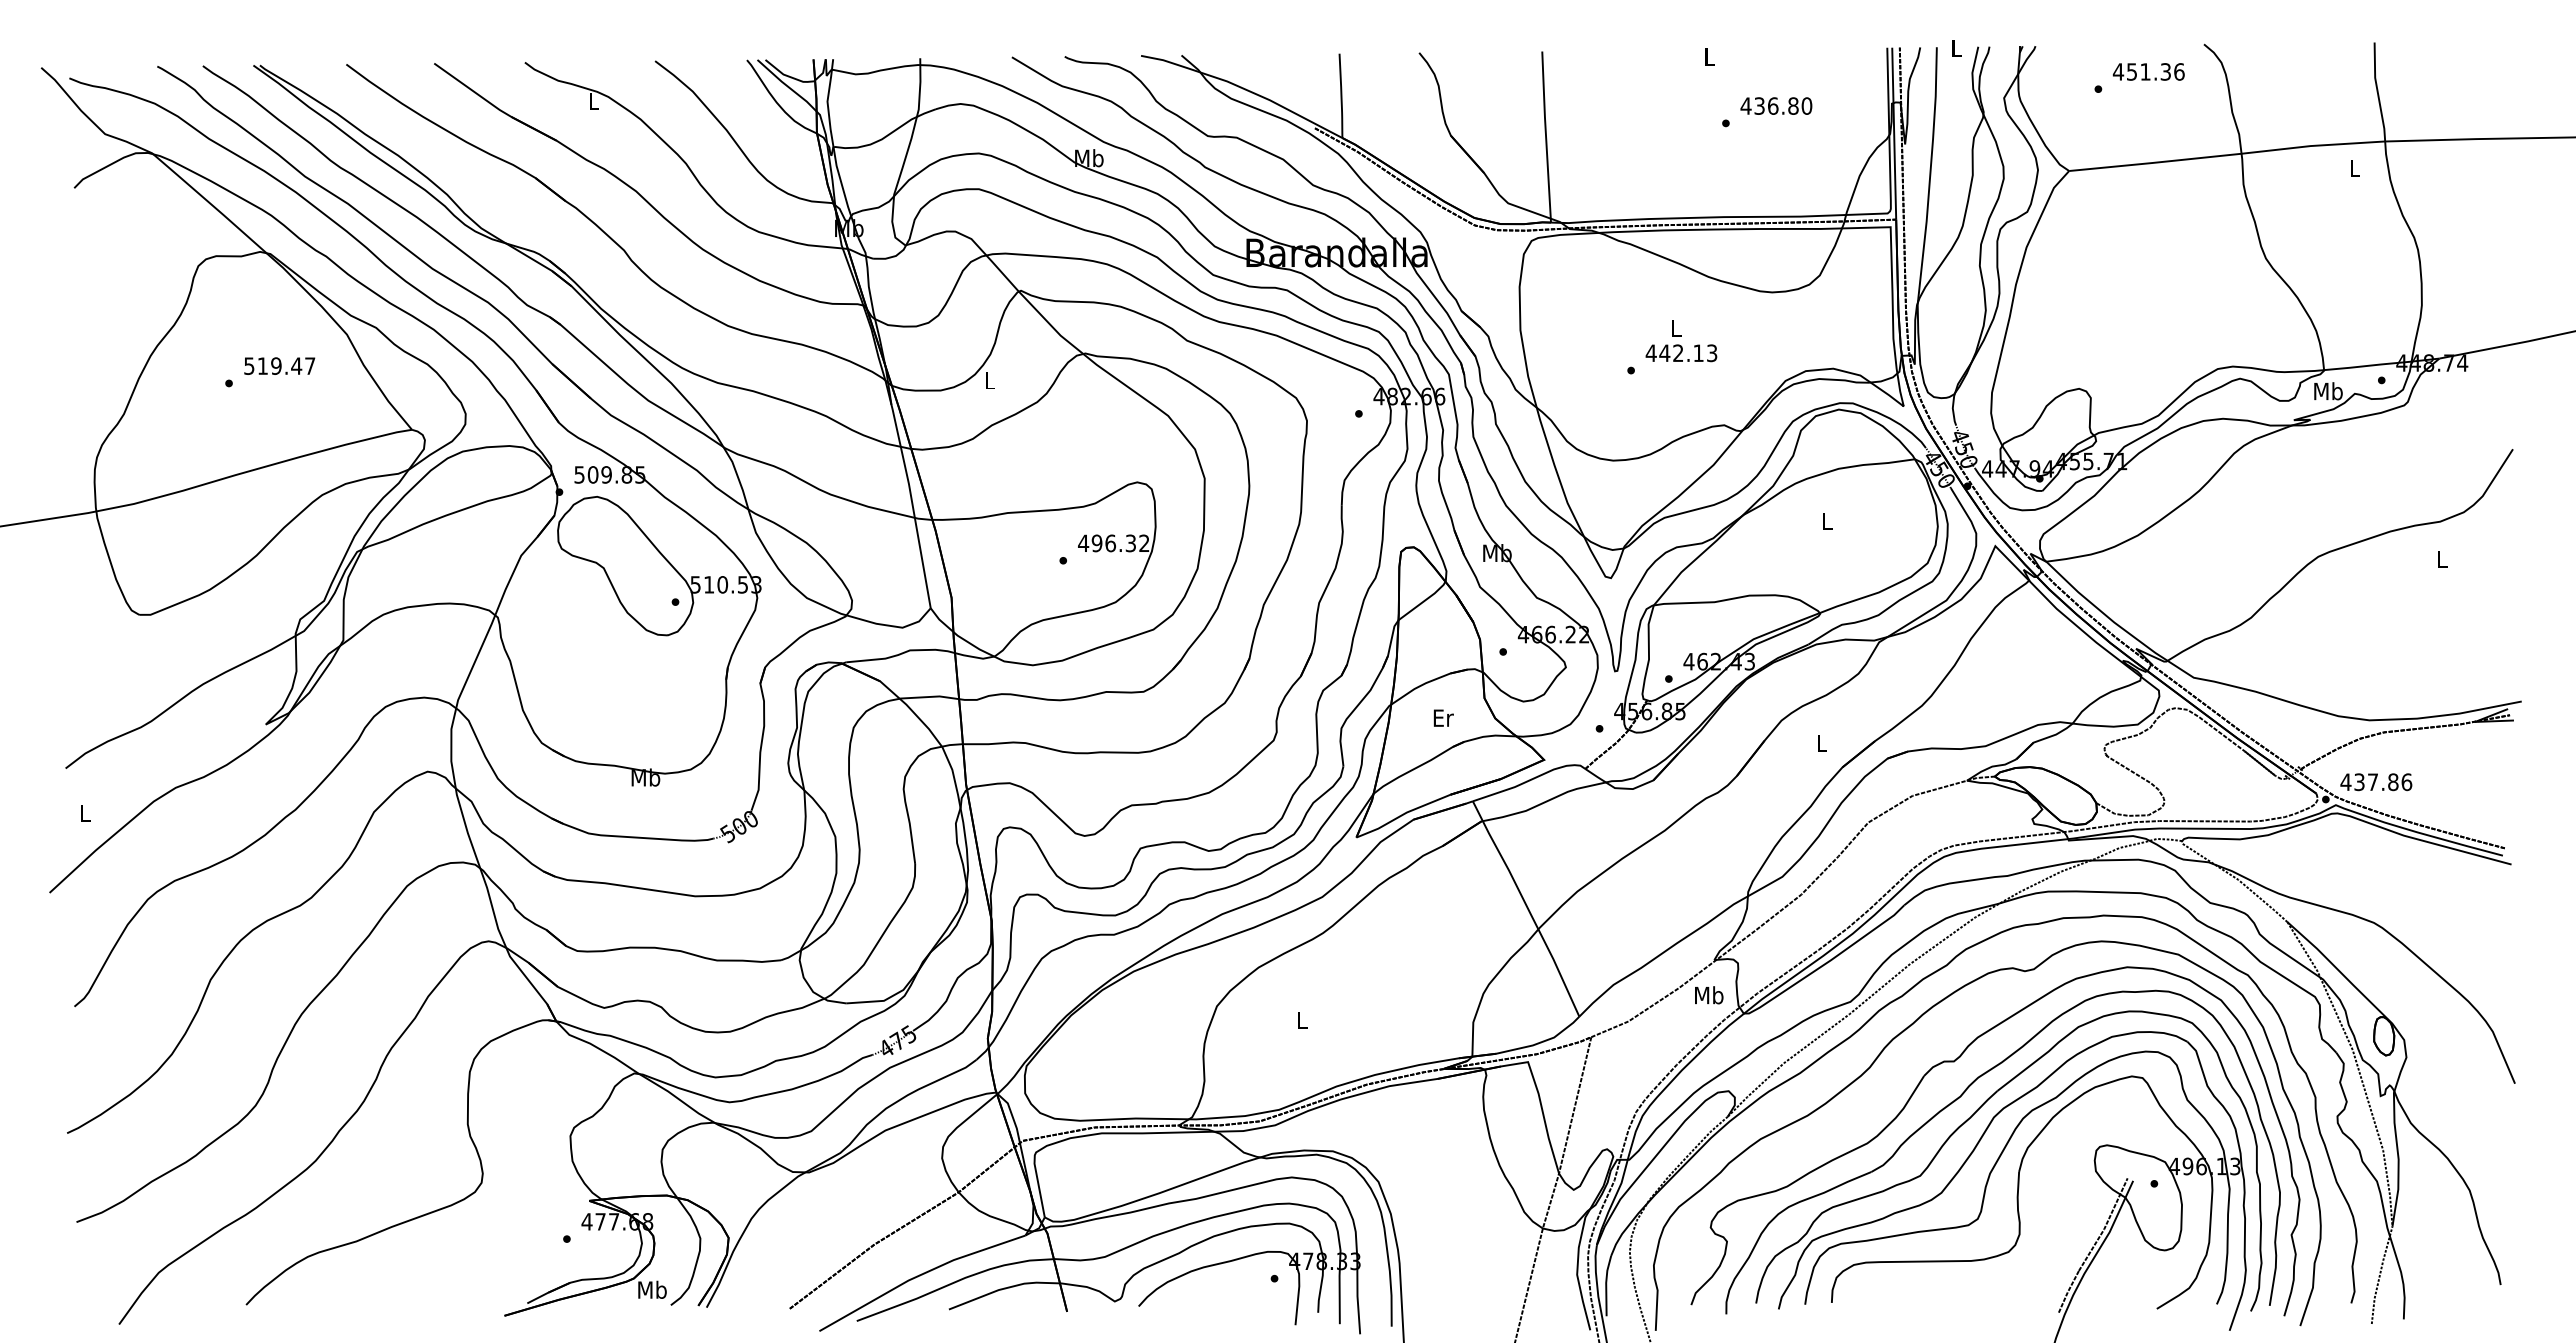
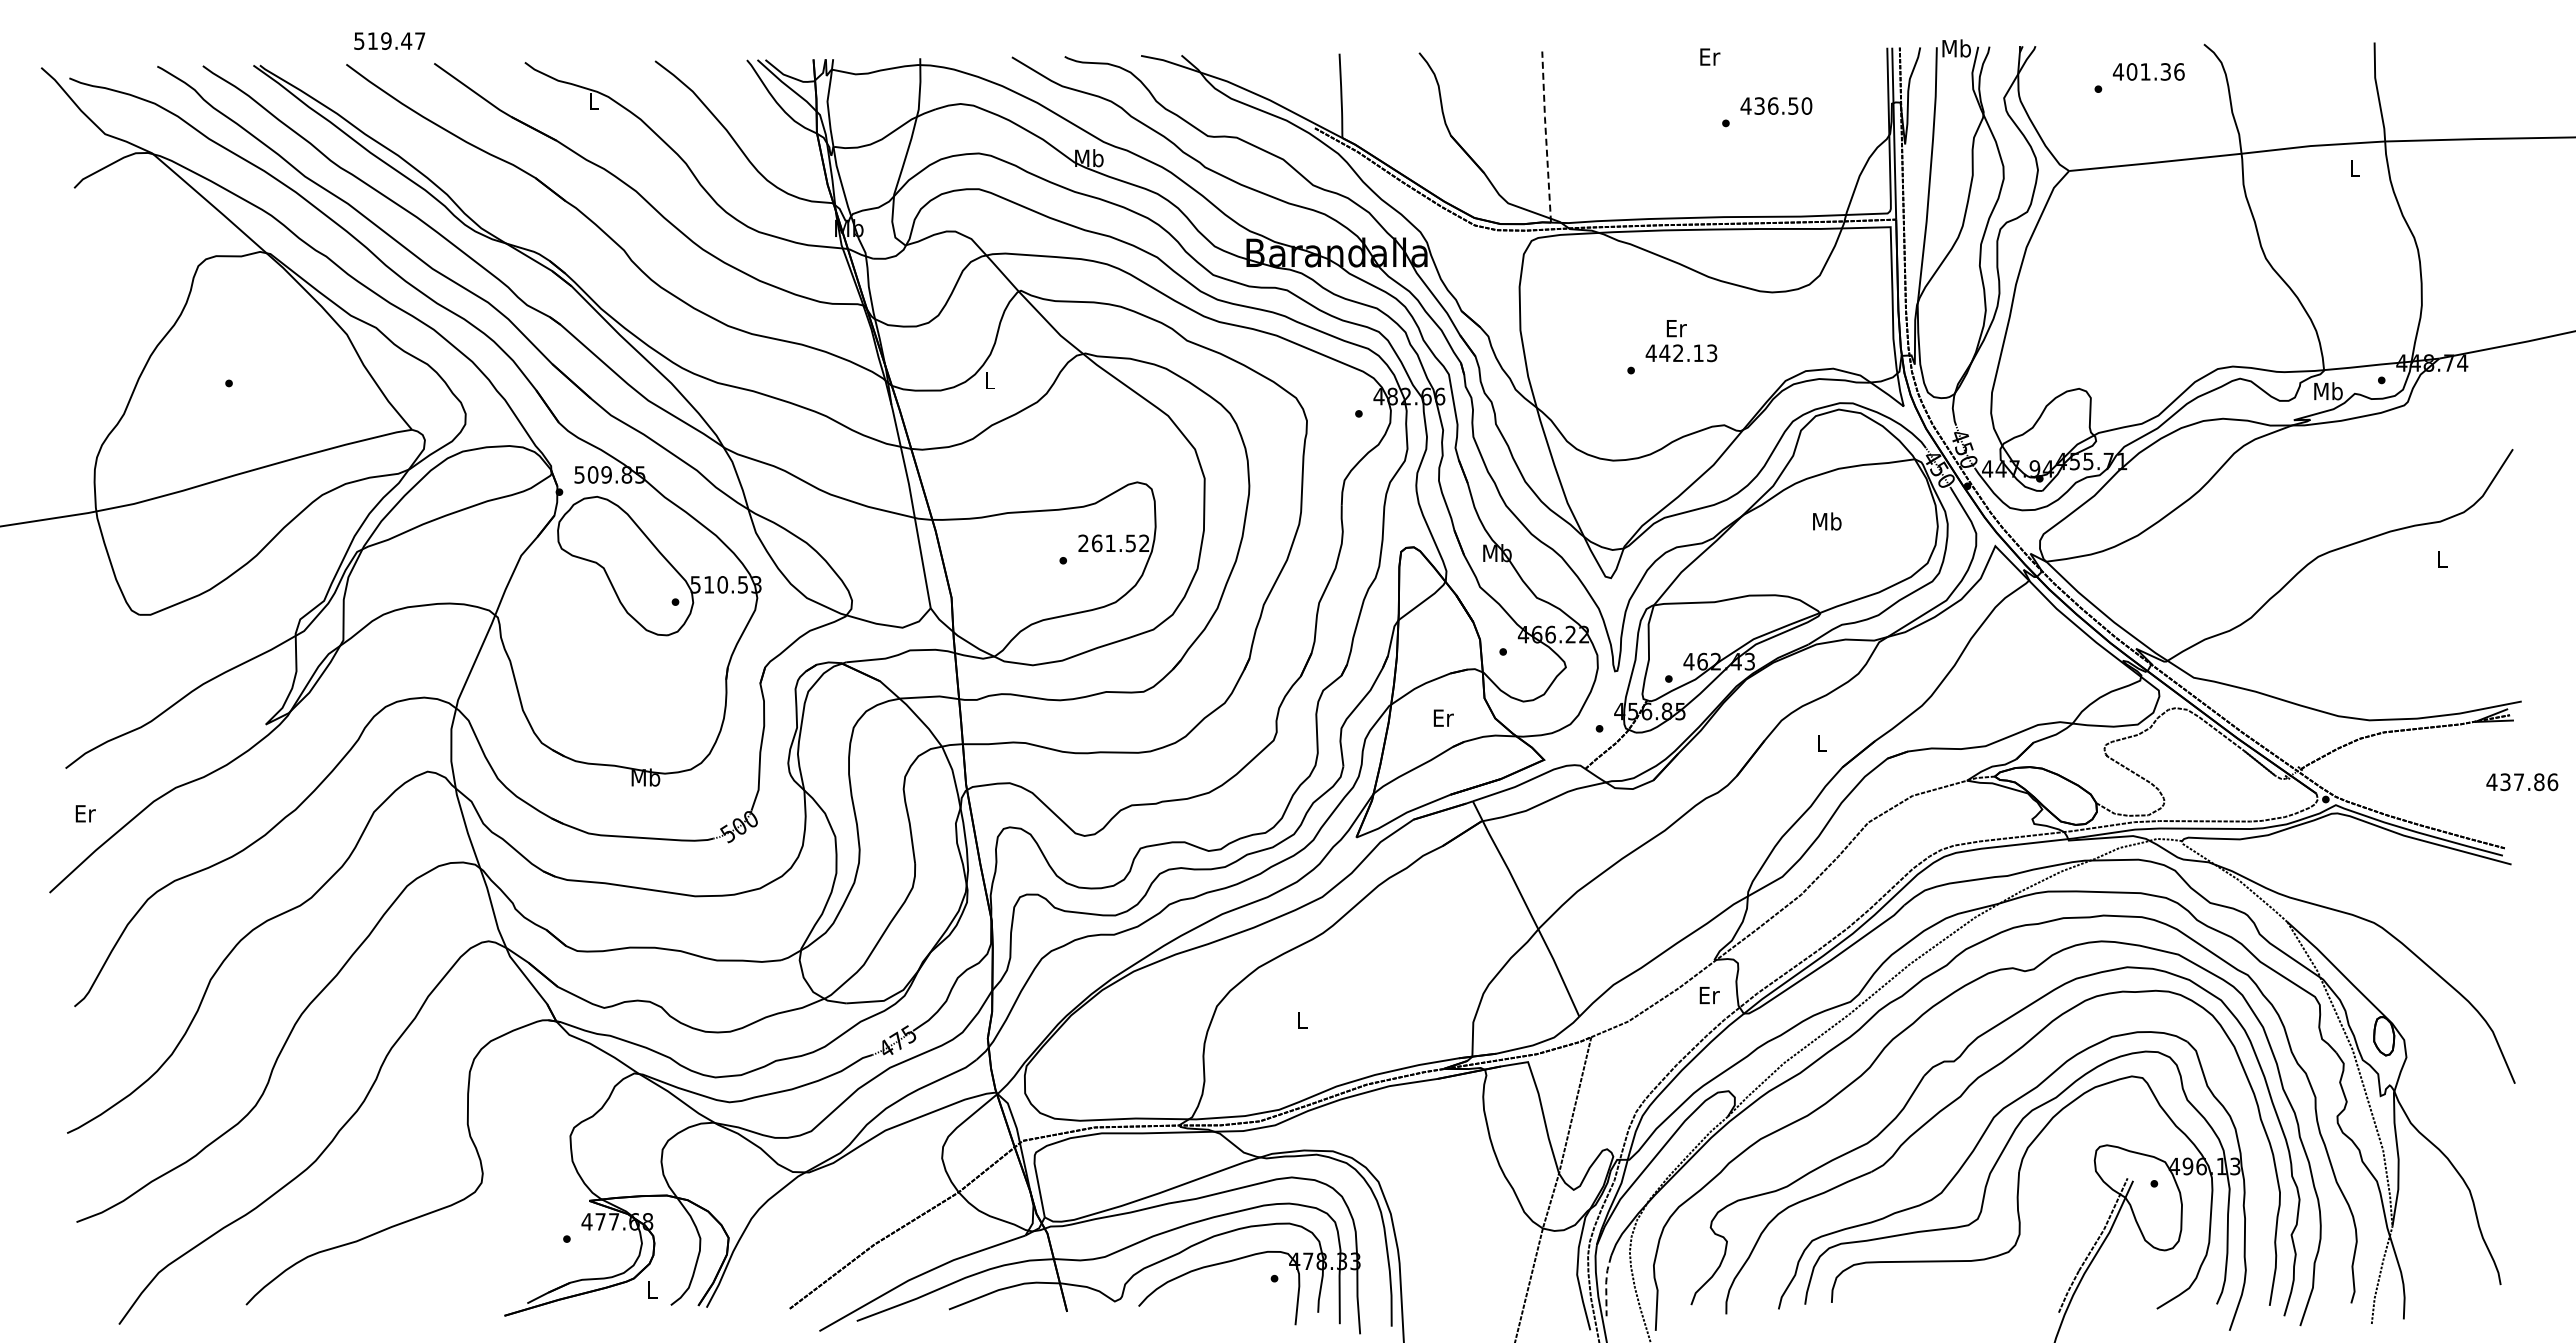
text at (1956, 48): L -> Mb
text at (1710, 56): L -> Er
text at (2131, 71): 451.36 -> 401.36
text at (1793, 105): 436.80 -> 436.50
line at (1546, 136): solid -> dashed
text at (1676, 328): L -> Er
text at (279, 365) position: (279, 365) -> (389, 40)
text at (1827, 521): L -> Mb
text at (1106, 543): 496.32 -> 261.52
text at (2376, 782) position: (2376, 782) -> (2522, 782)
text at (85, 813): L -> Er
text at (1709, 995): Mb -> Er
part at (1968, 1120): present -> none
line at (1606, 1284): solid -> dashed
text at (652, 1289): Mb -> L
